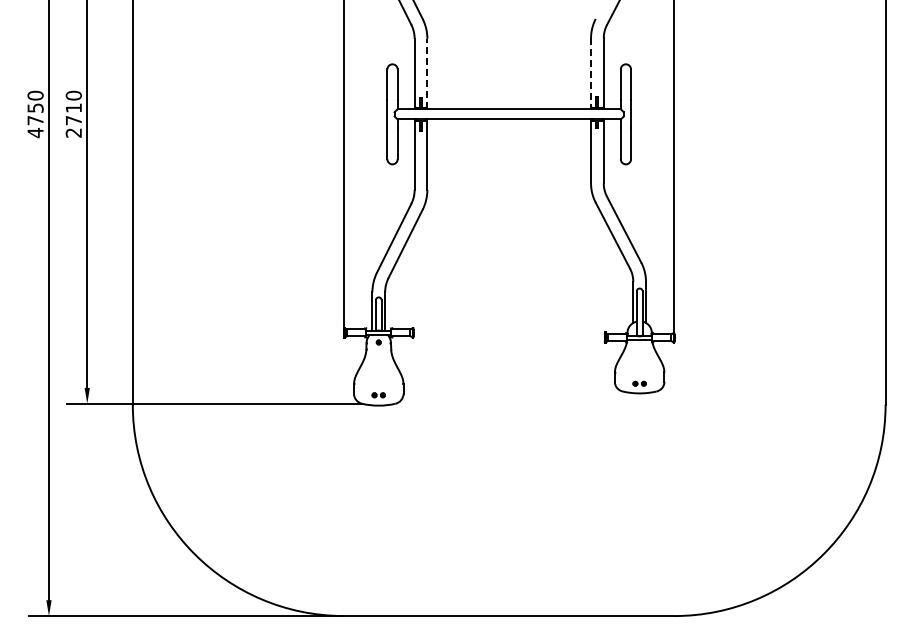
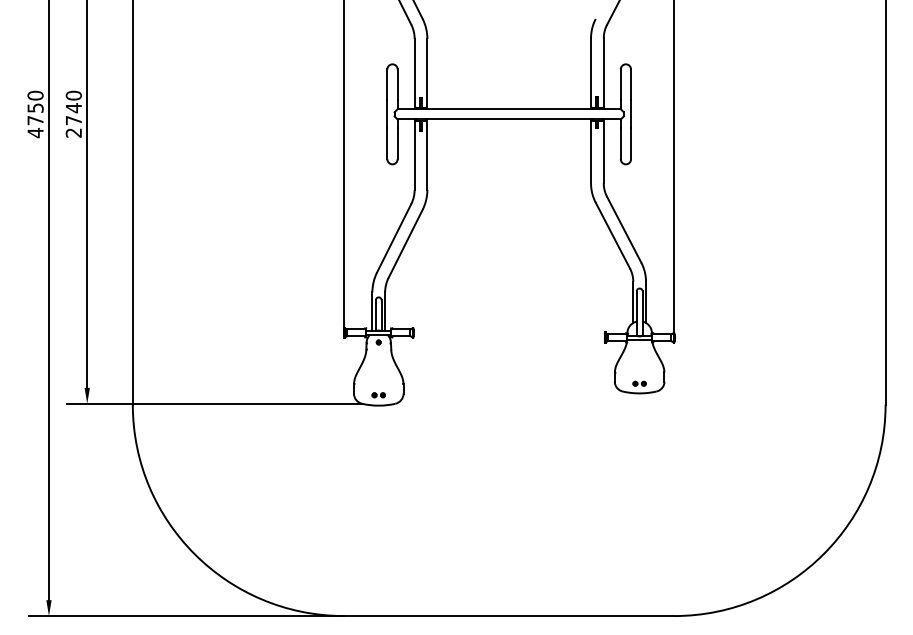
line at (427, 73): dashed -> solid
line at (591, 74): dashed -> solid
text at (73, 108): 2710 -> 2740
